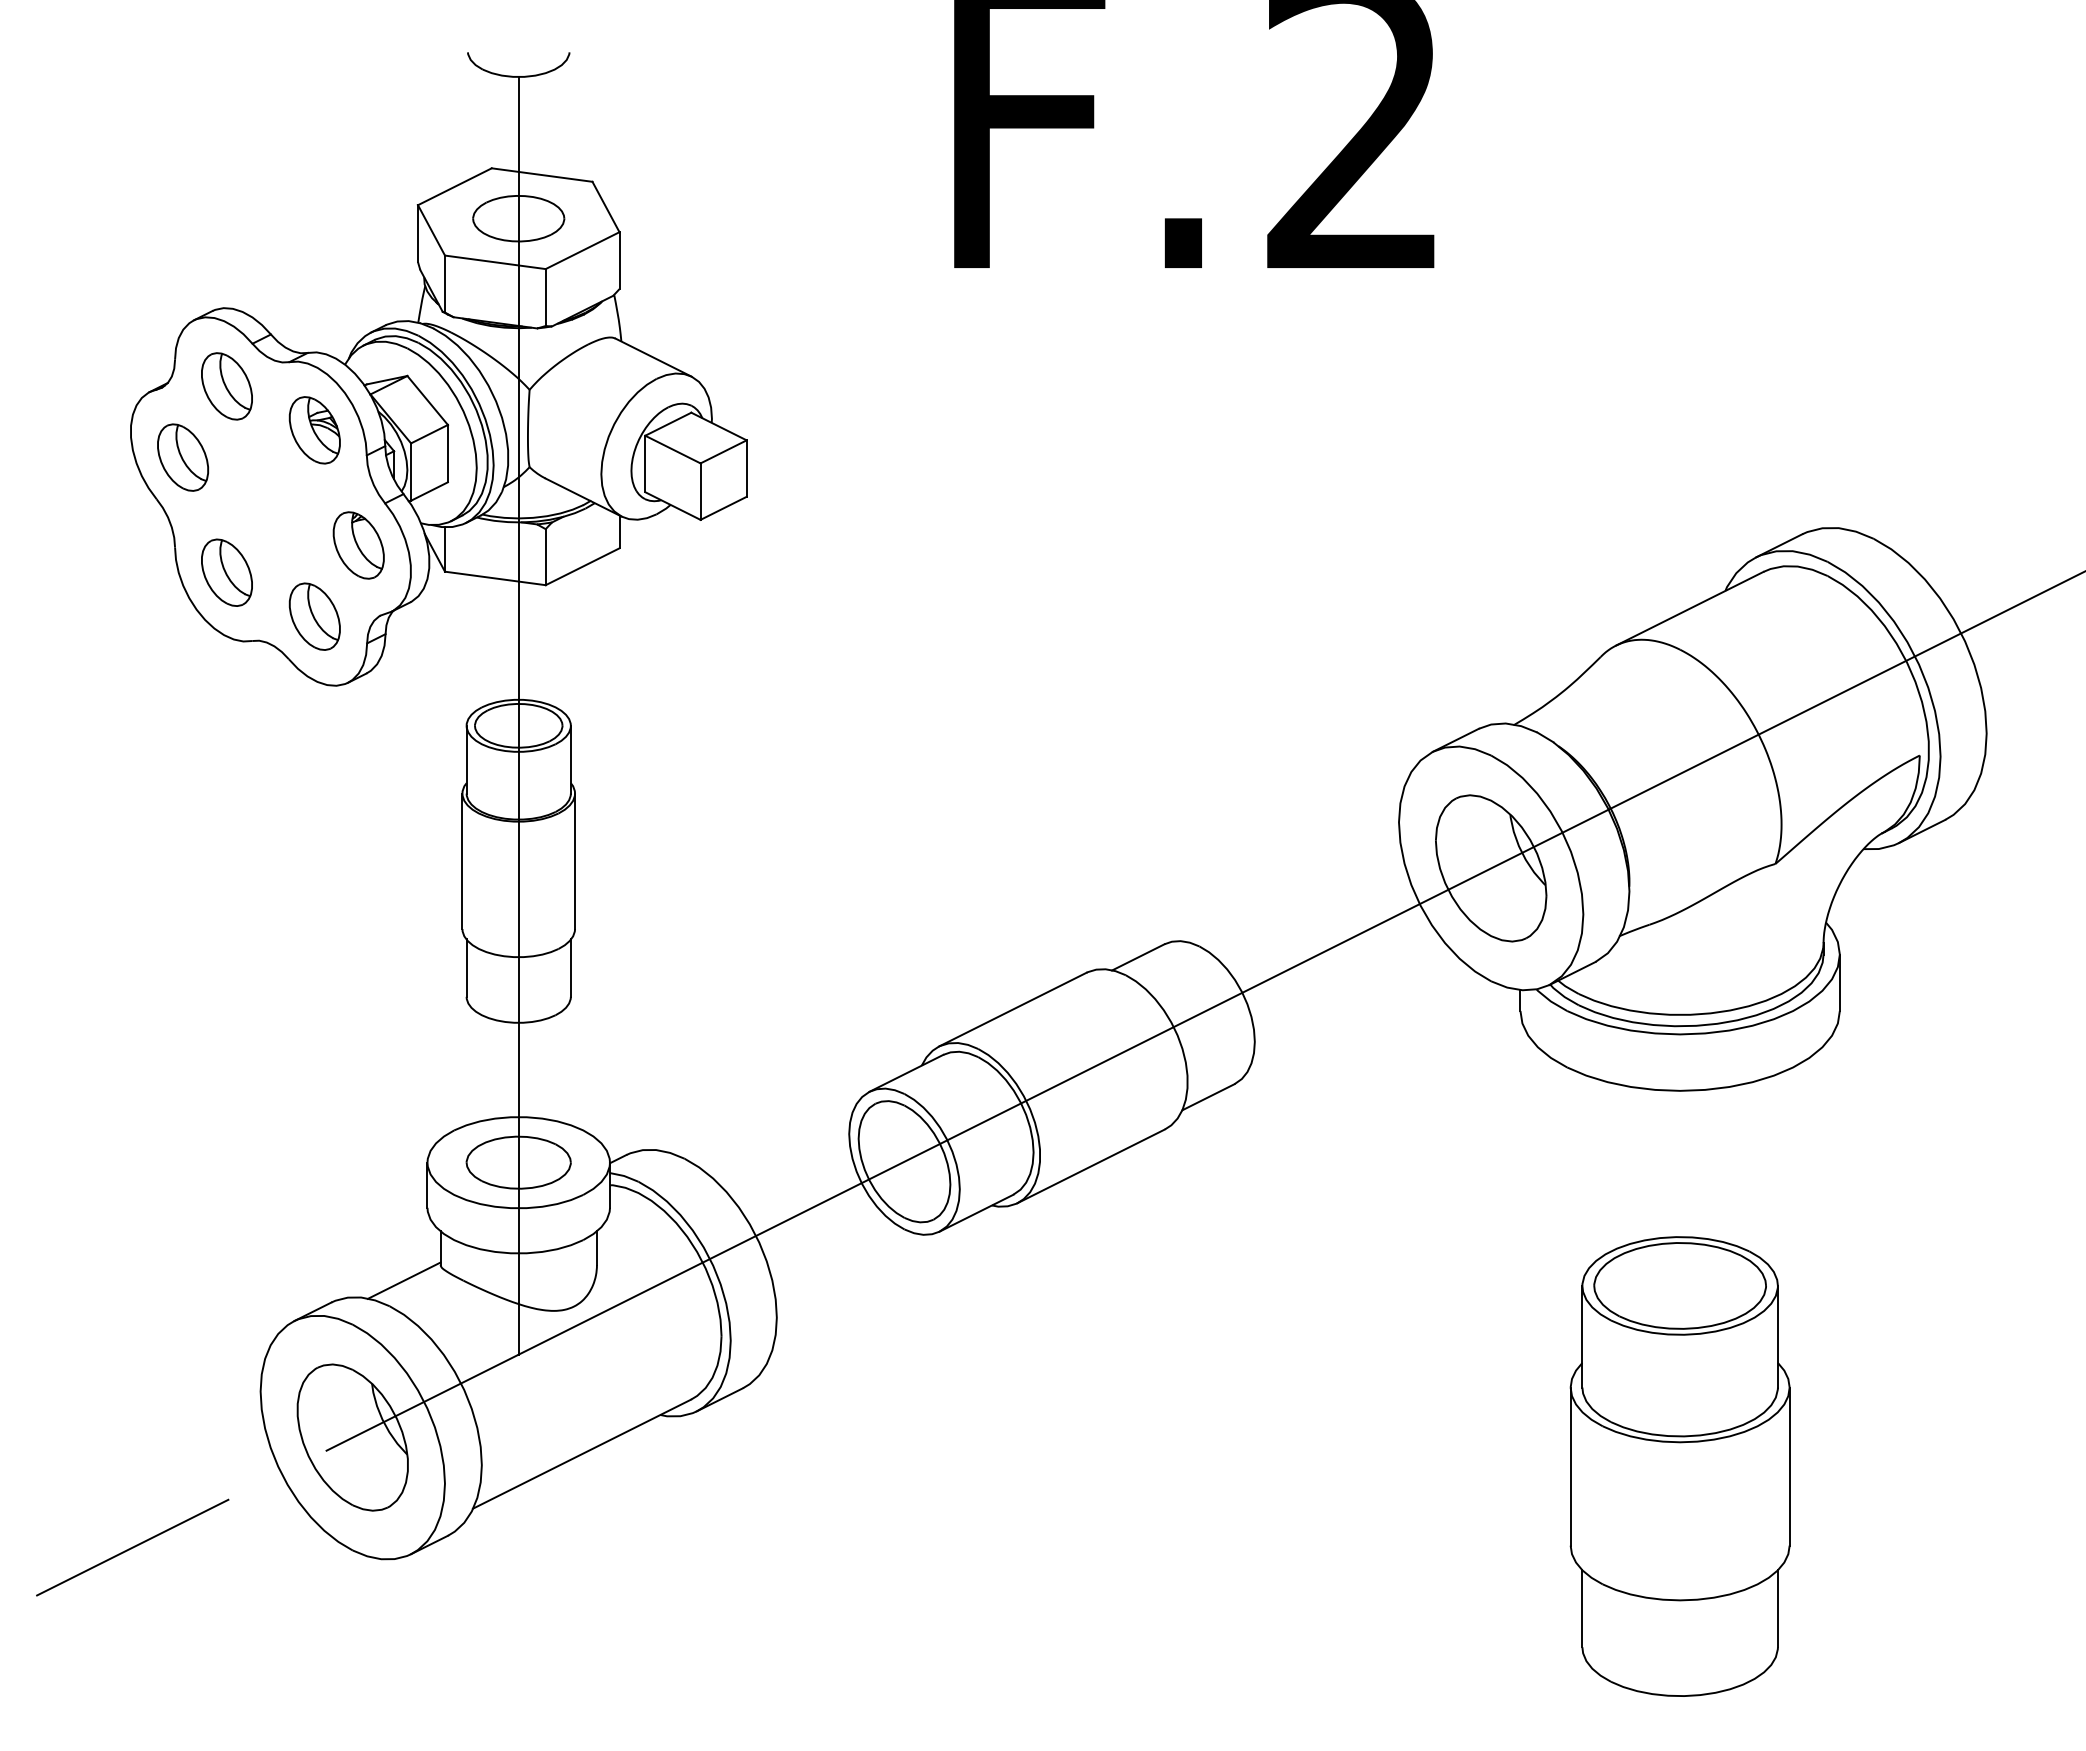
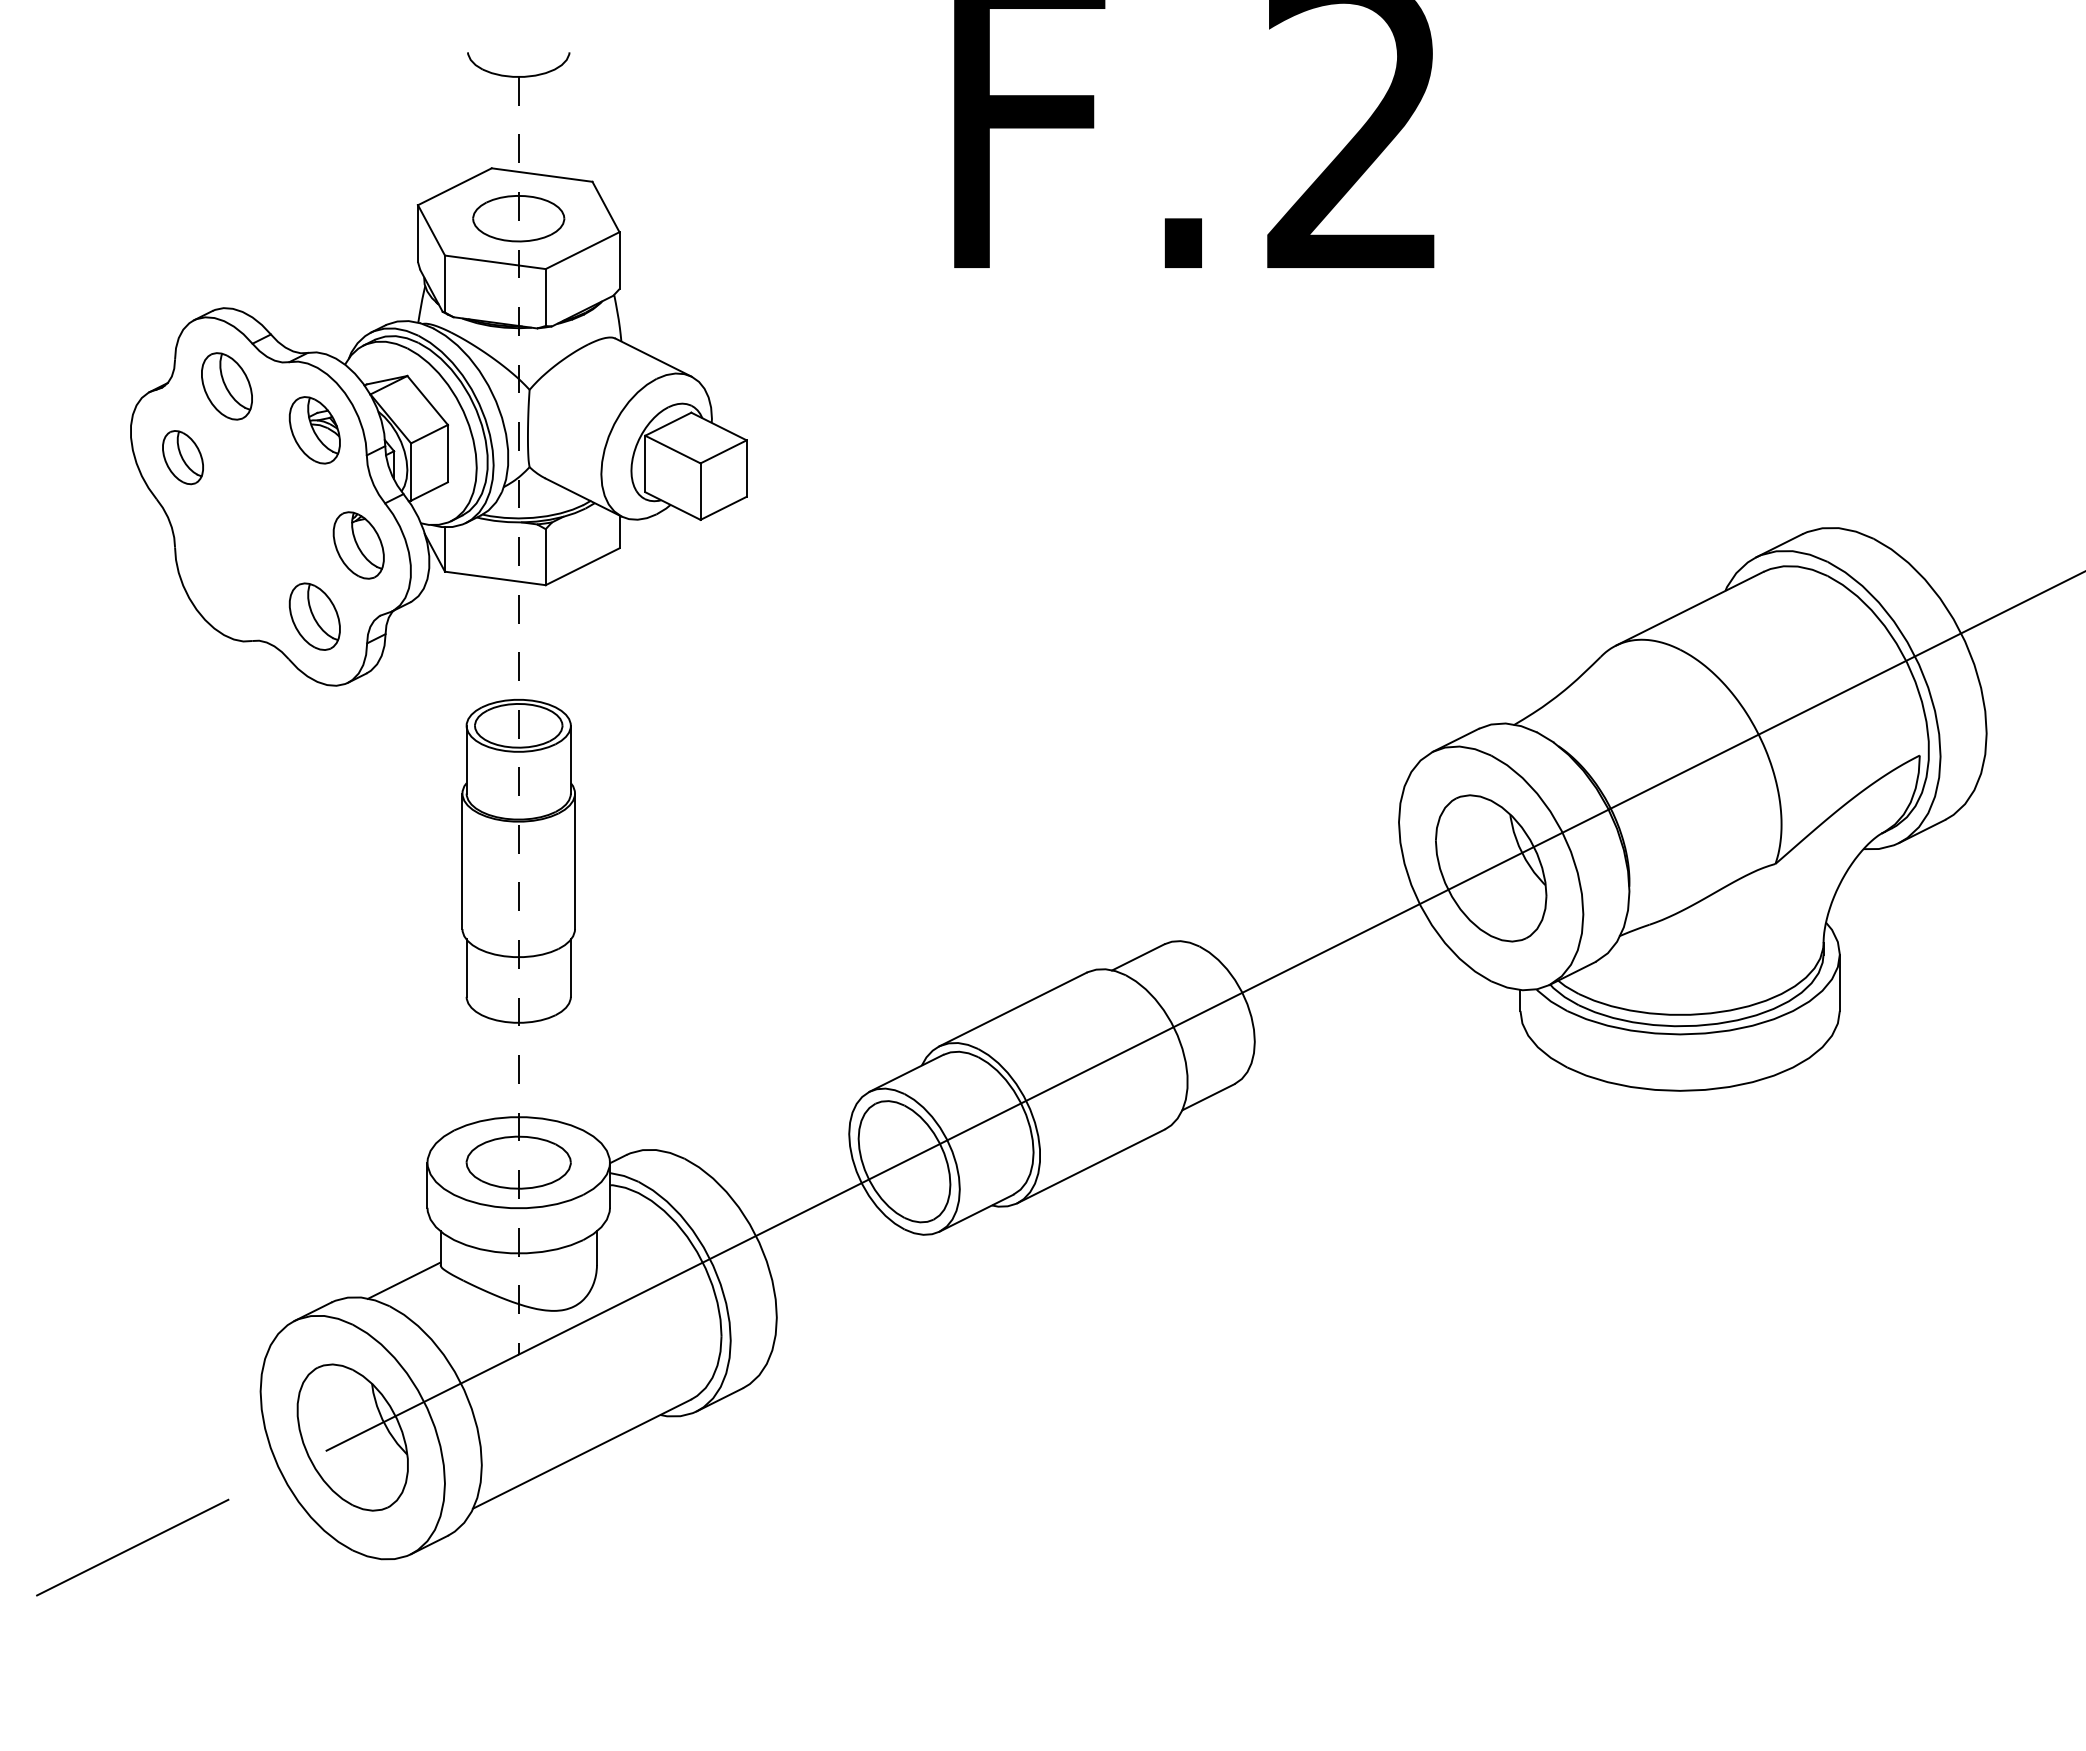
part at (182, 457) size: 52x69 px -> 42x56 px
part at (226, 572): present -> none
line at (518, 715): solid -> dashed
part at (1679, 1466): present -> none
